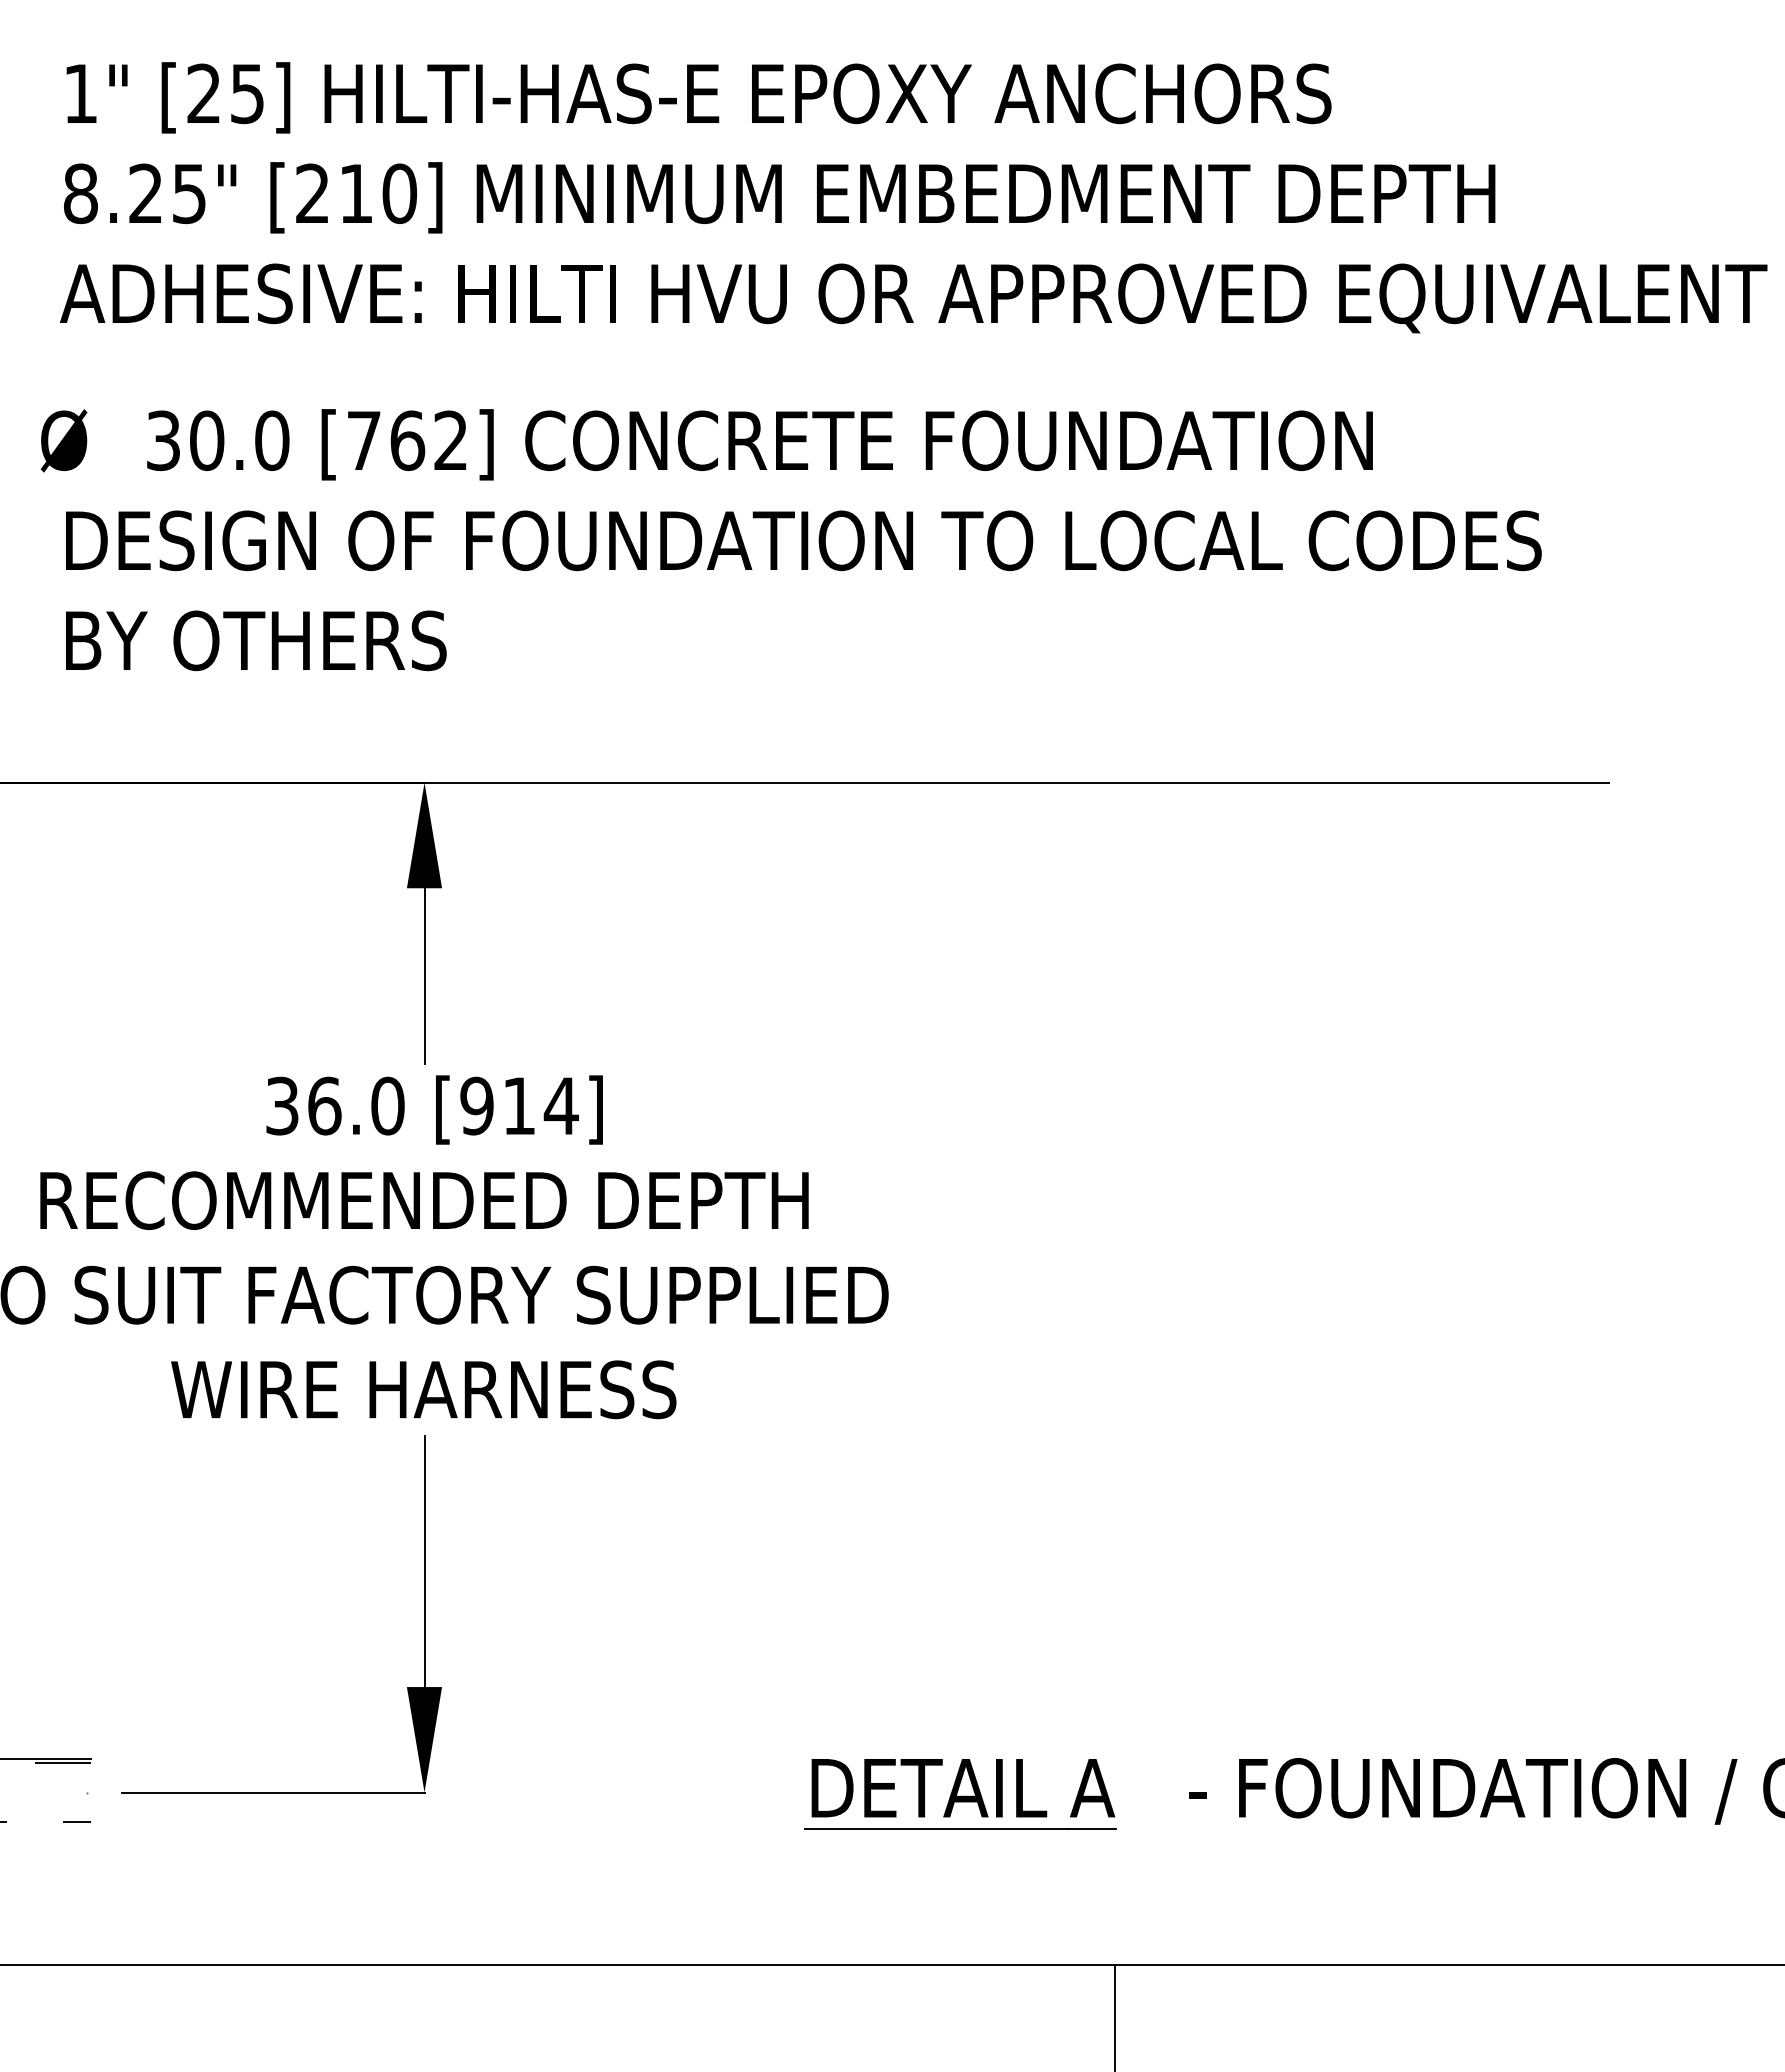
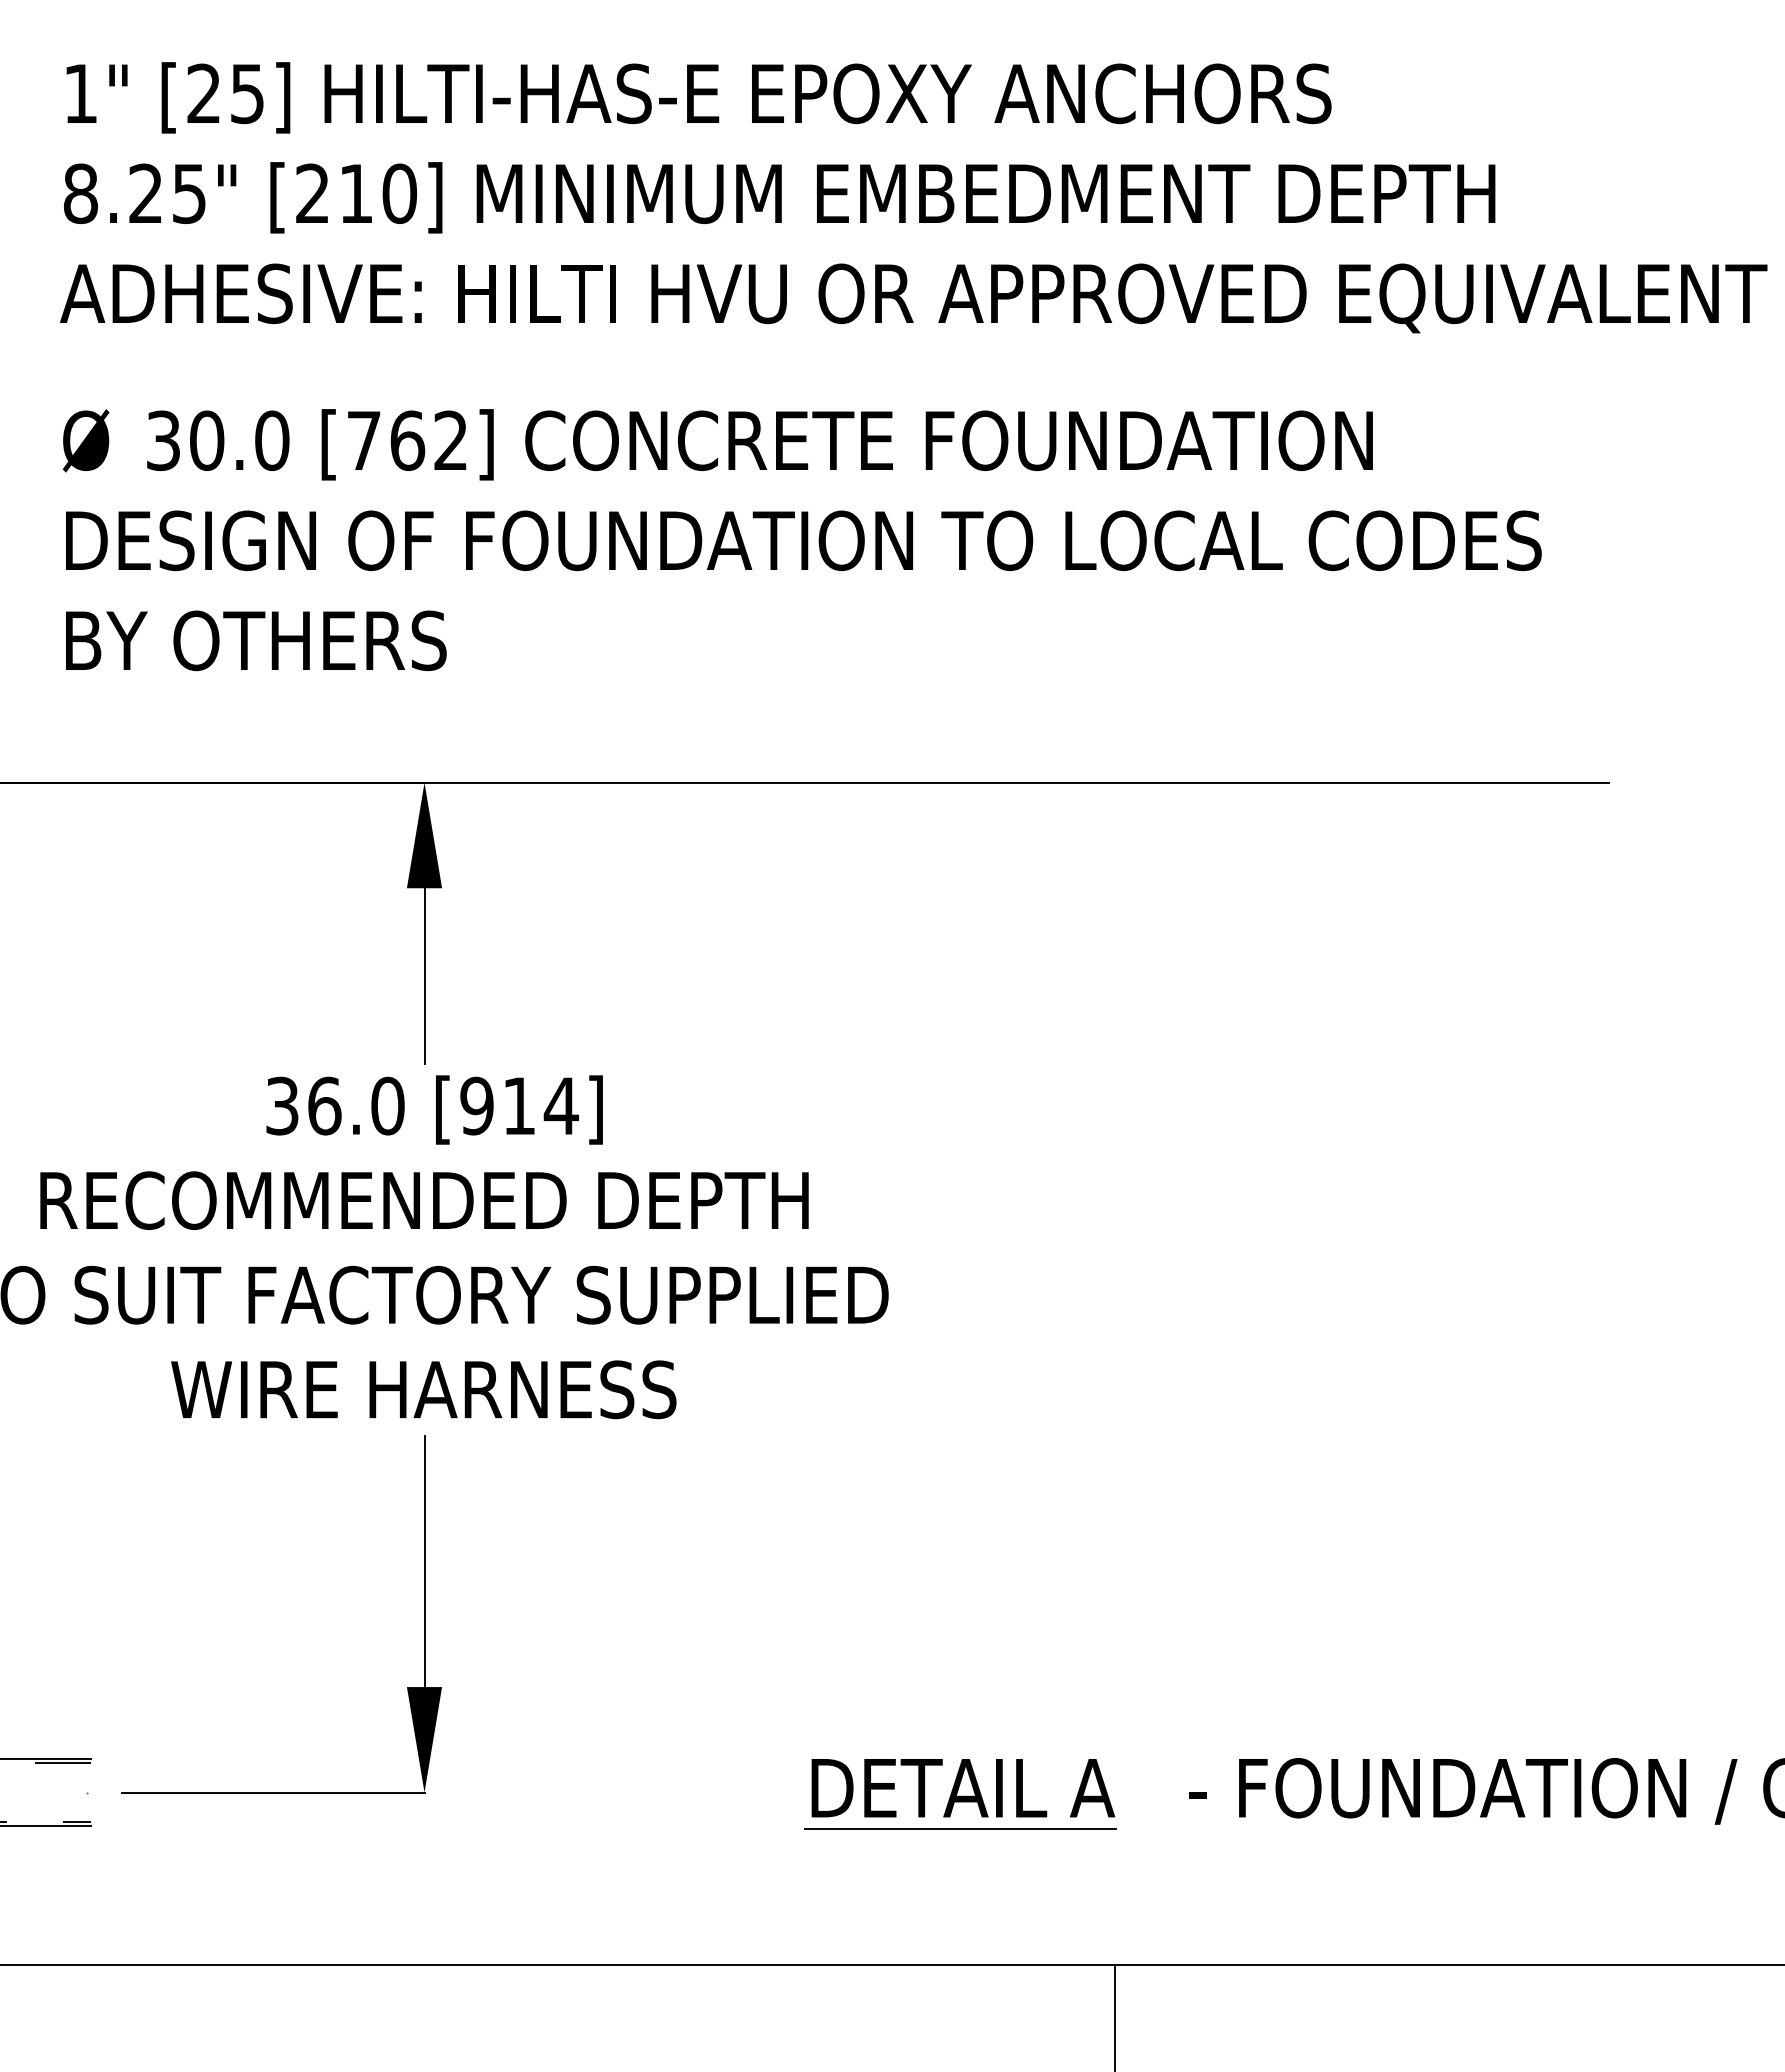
text at (63, 440) position: (63, 440) -> (85, 440)
line at (46, 1825): none -> present
